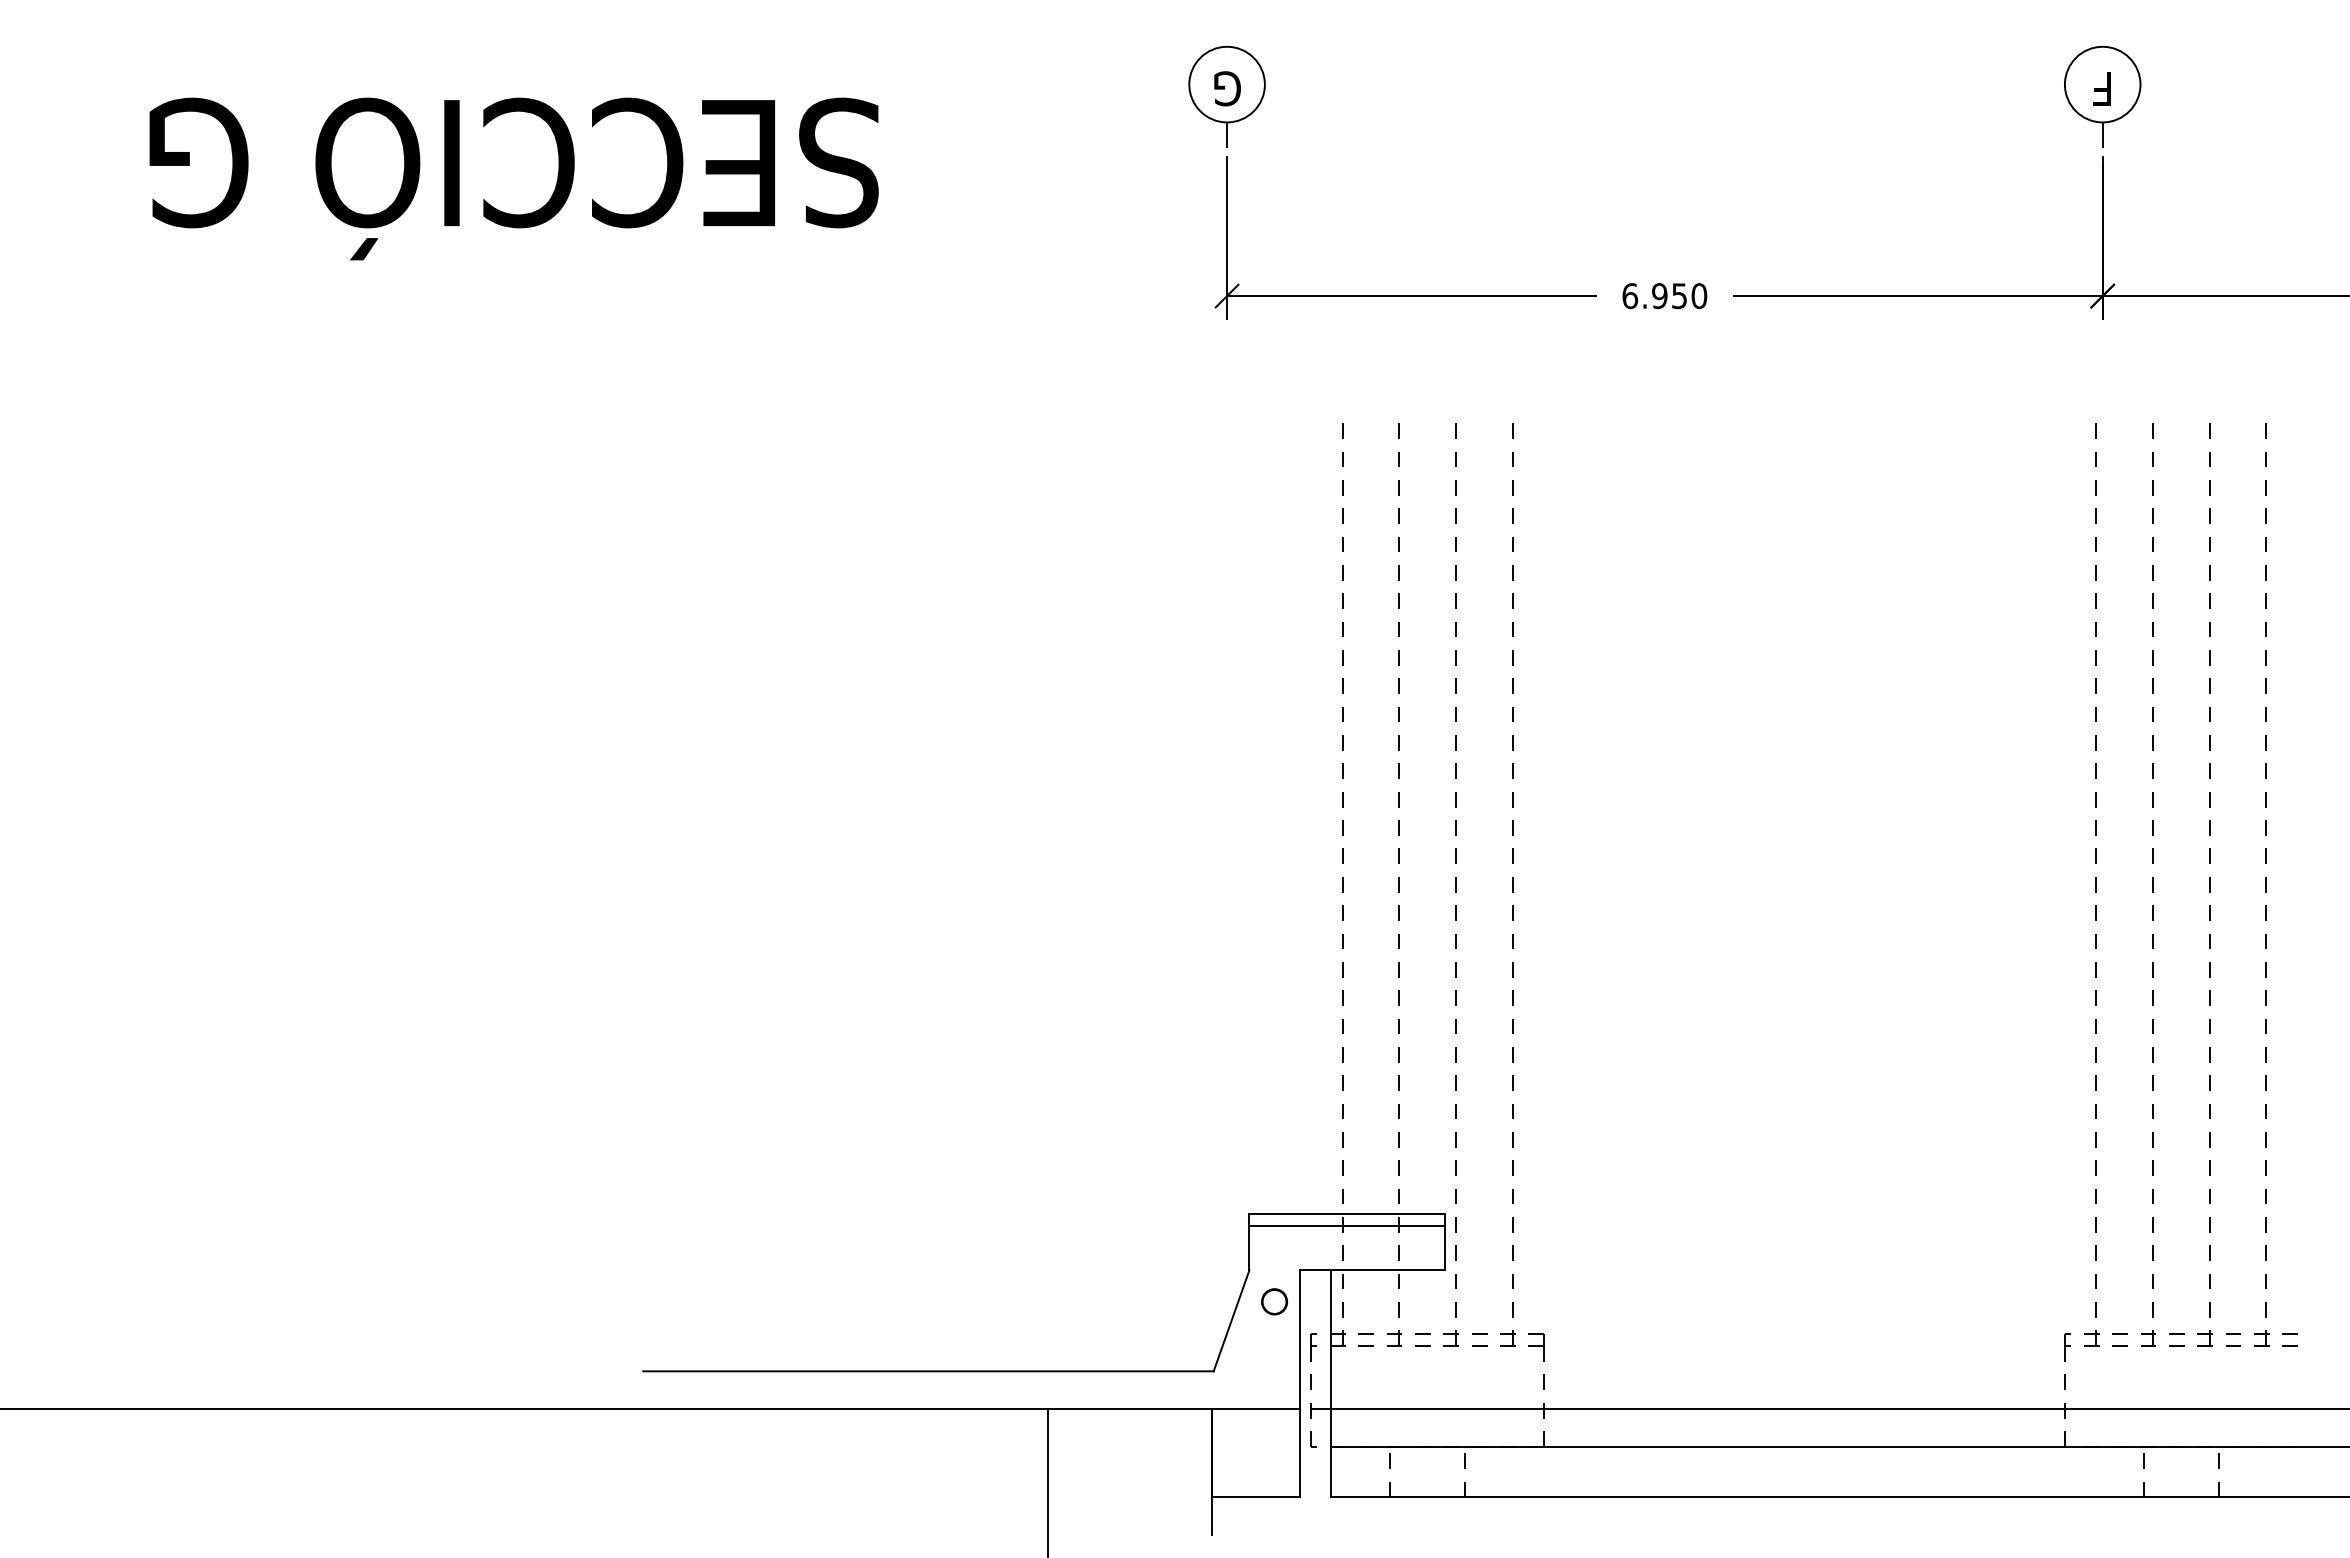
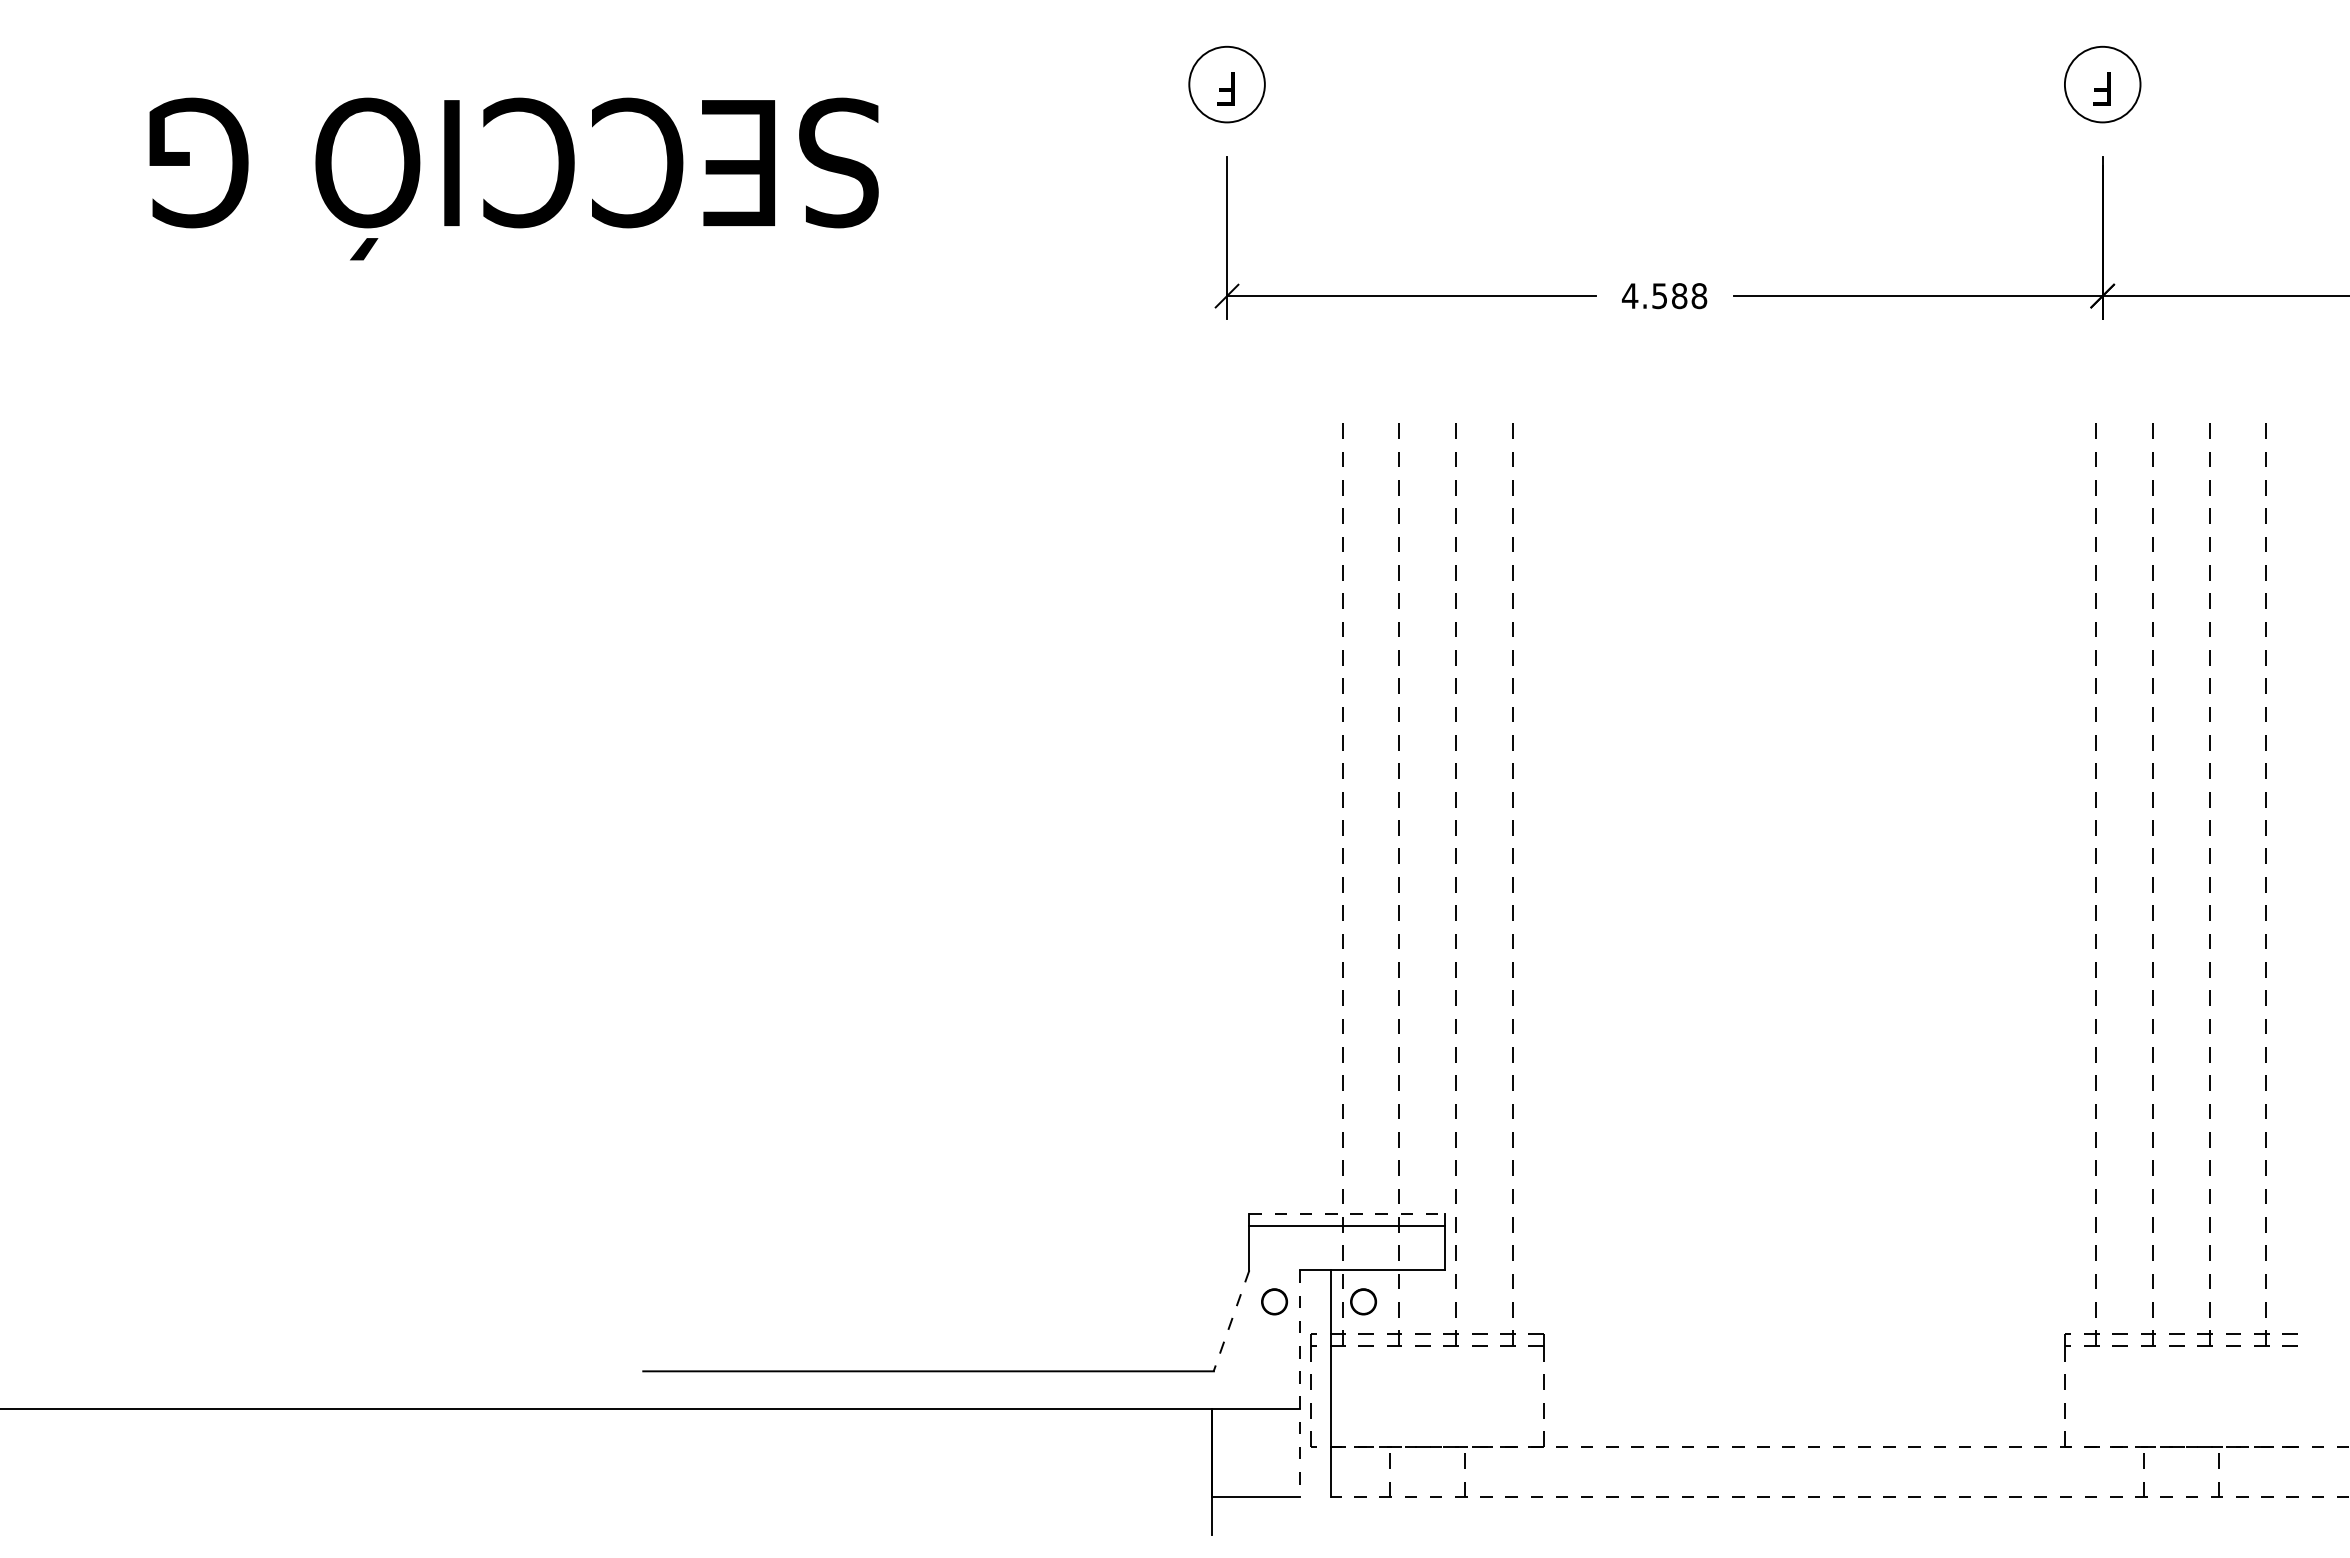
text at (1227, 88): G -> F
line at (1227, 135): present -> none
line at (2102, 135): present -> none
text at (1664, 296): 6.950 -> 4.588
line at (1347, 1213): solid -> dashed
circle at (1363, 1301): none -> present
line at (1231, 1321): solid -> dashed
line at (1299, 1384): solid -> dashed
line at (1828, 1409): present -> none
line at (1839, 1446): solid -> dashed
line at (1048, 1481): present -> none
line at (1839, 1497): solid -> dashed
